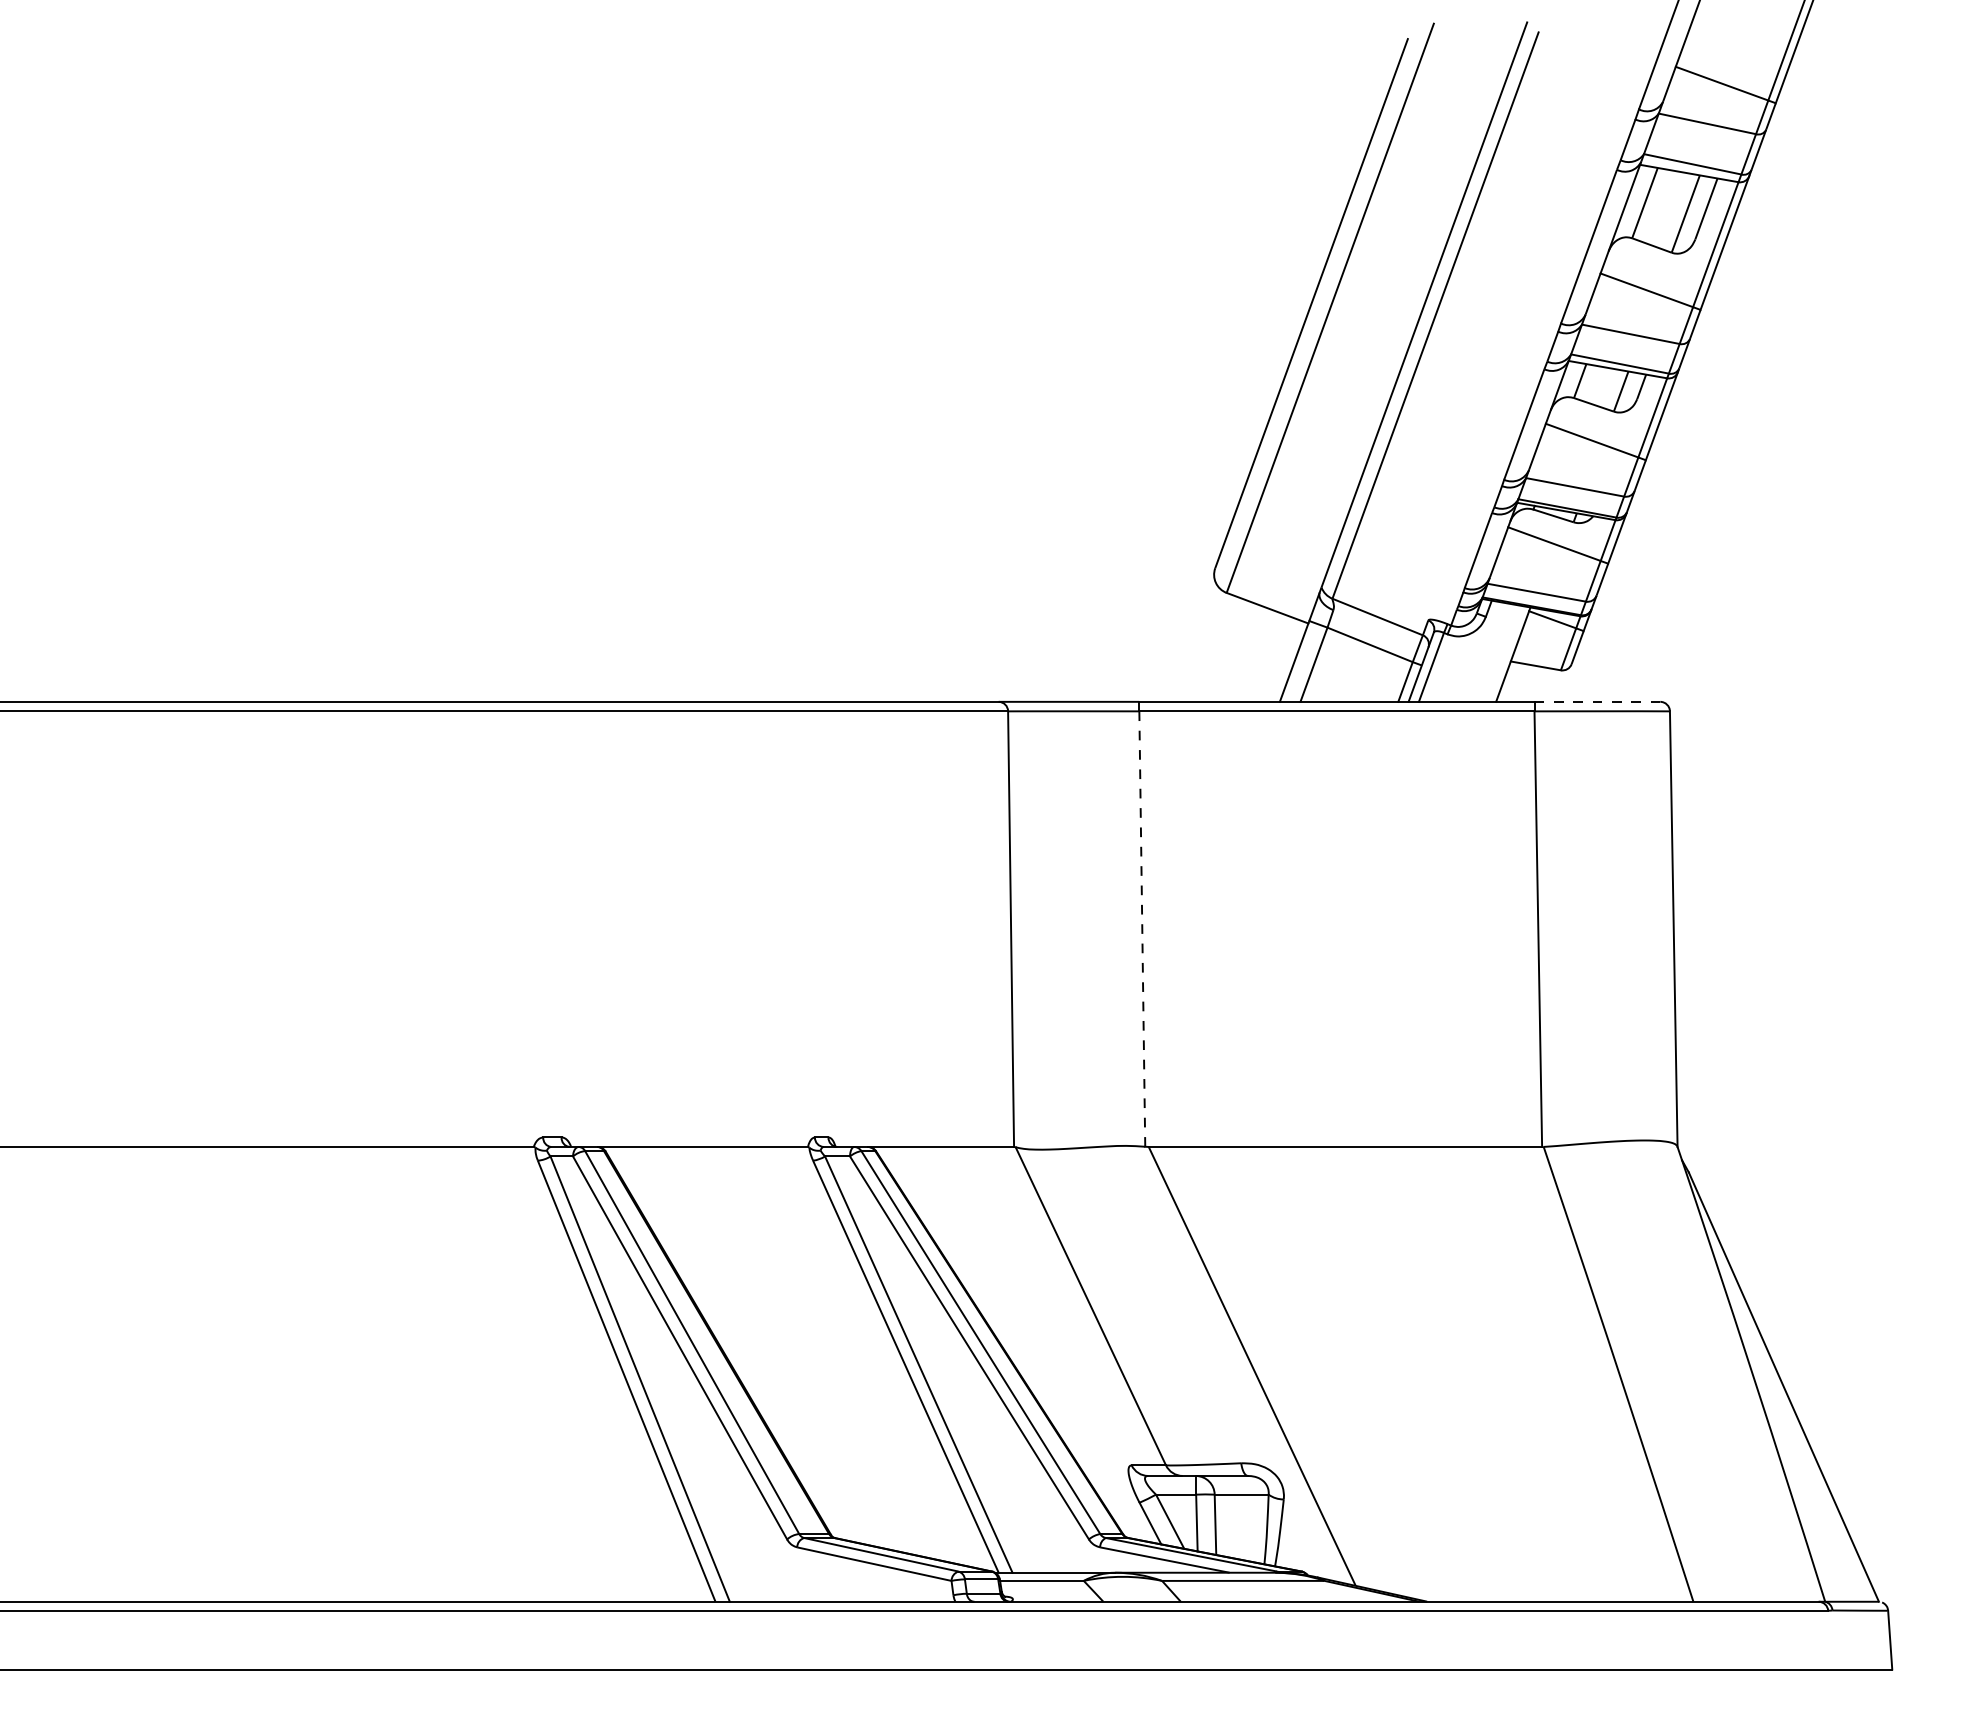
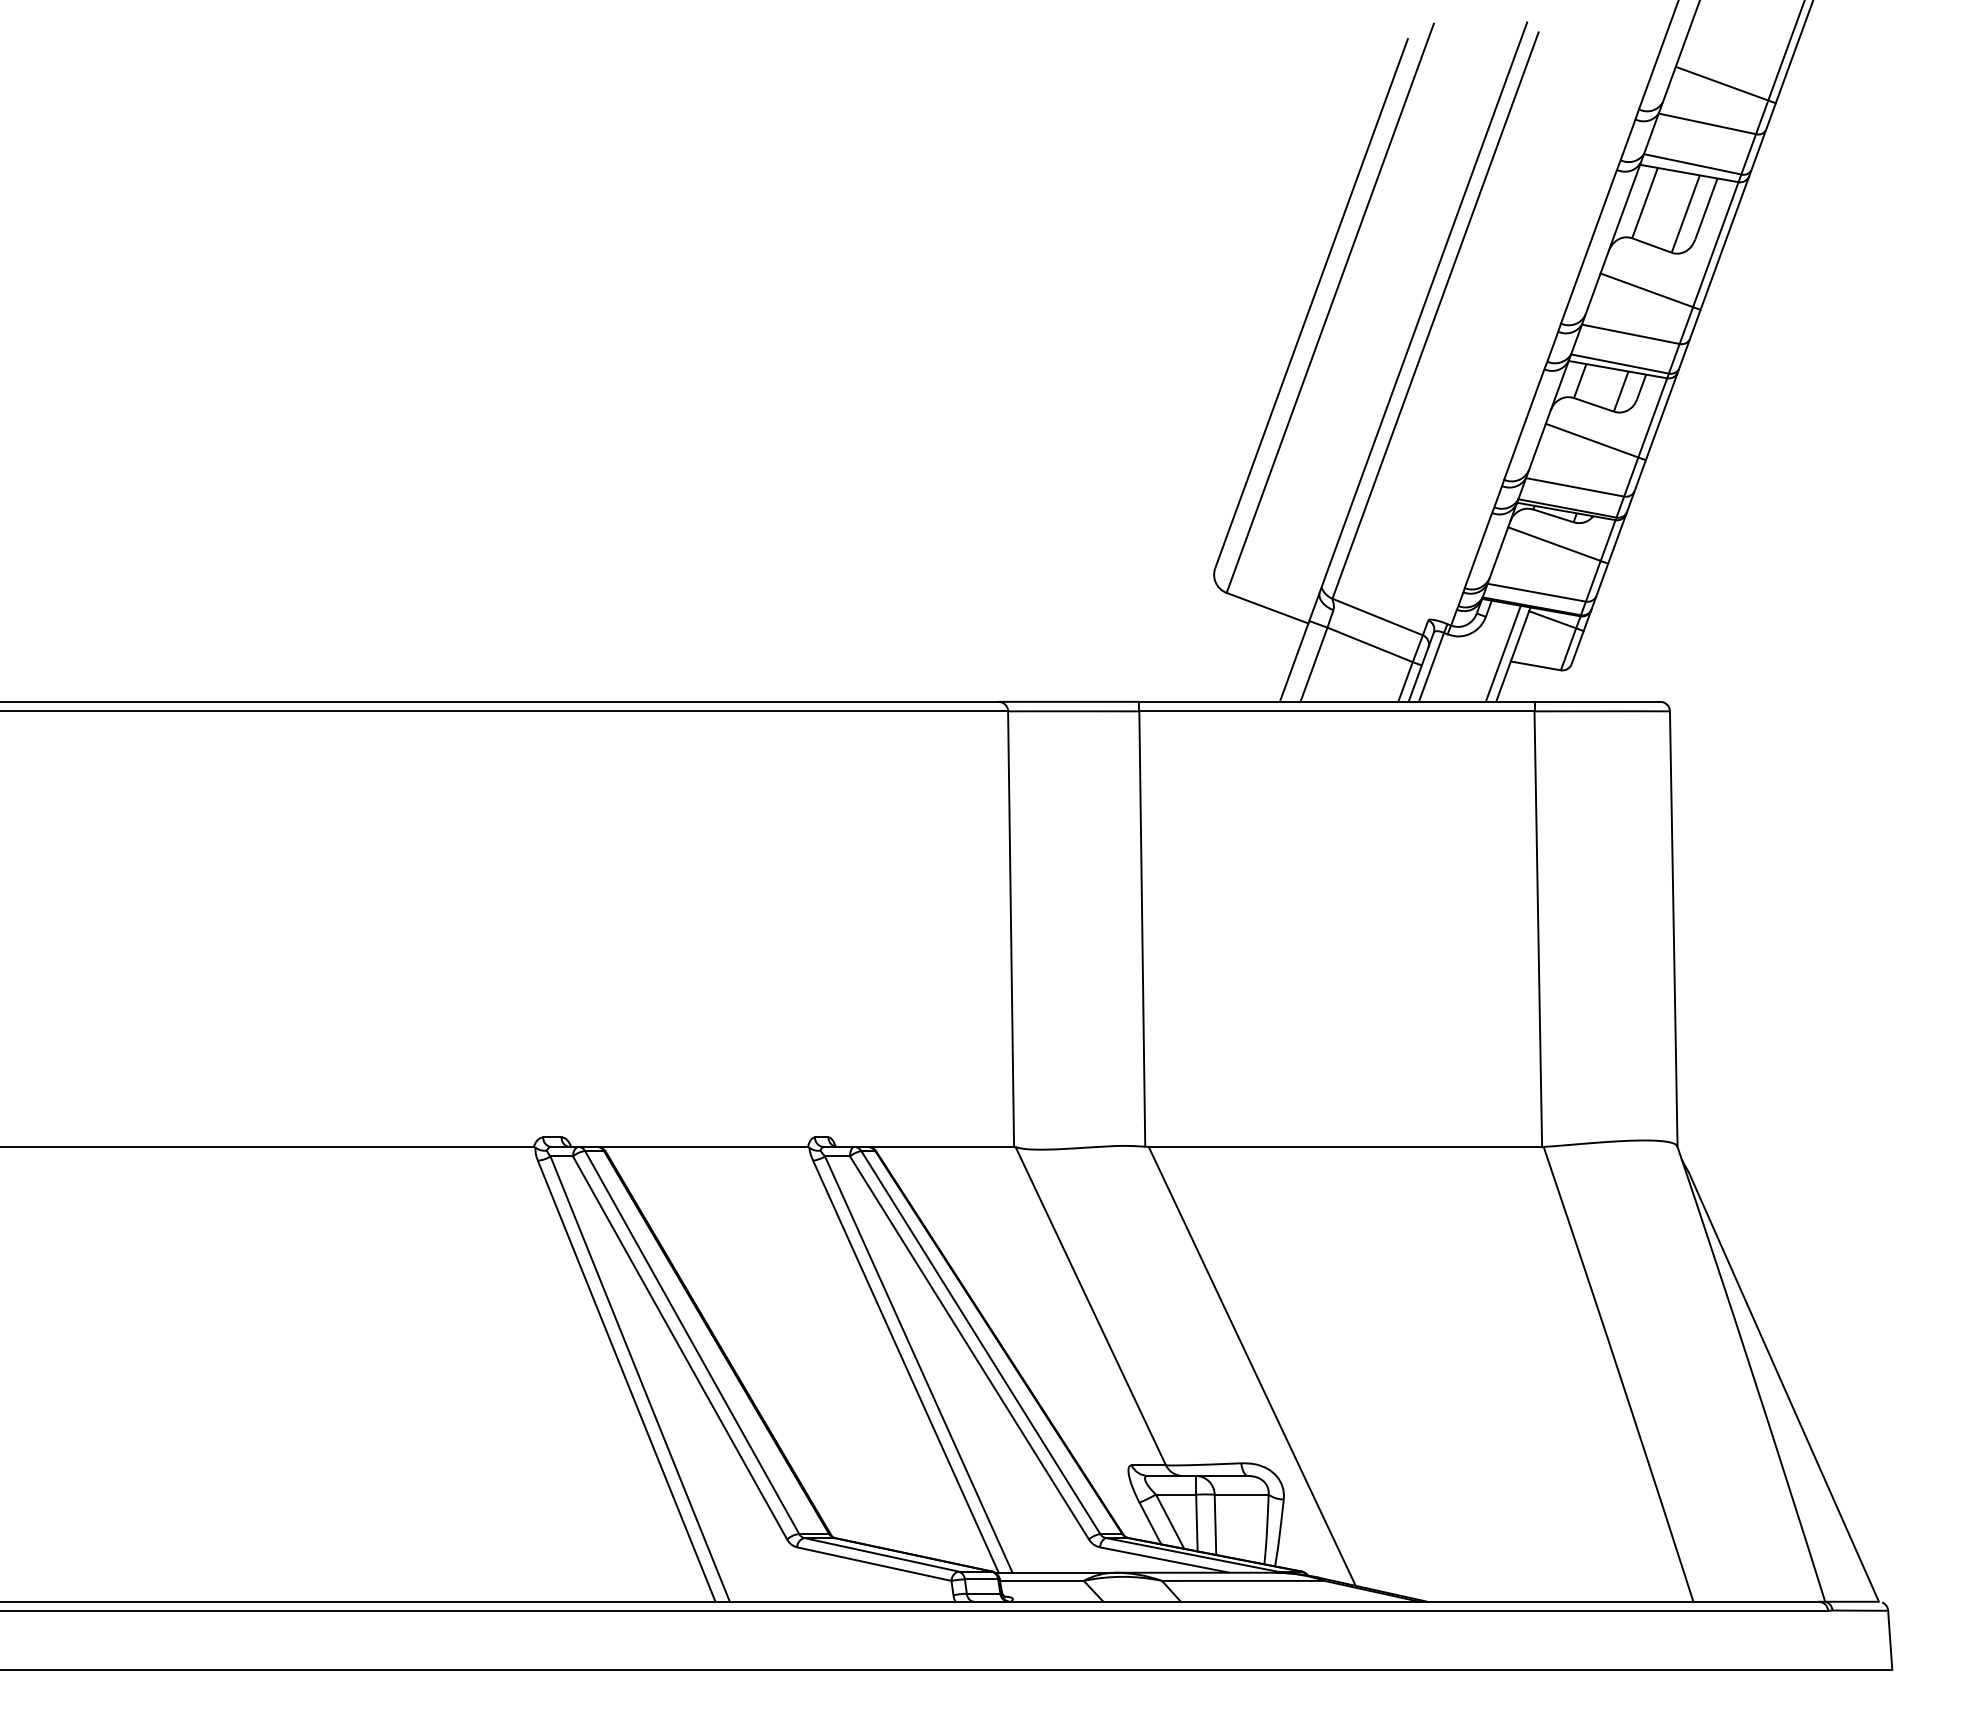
line at (1502, 653): none -> present
line at (1597, 701): dashed -> solid
line at (1142, 928): dashed -> solid
